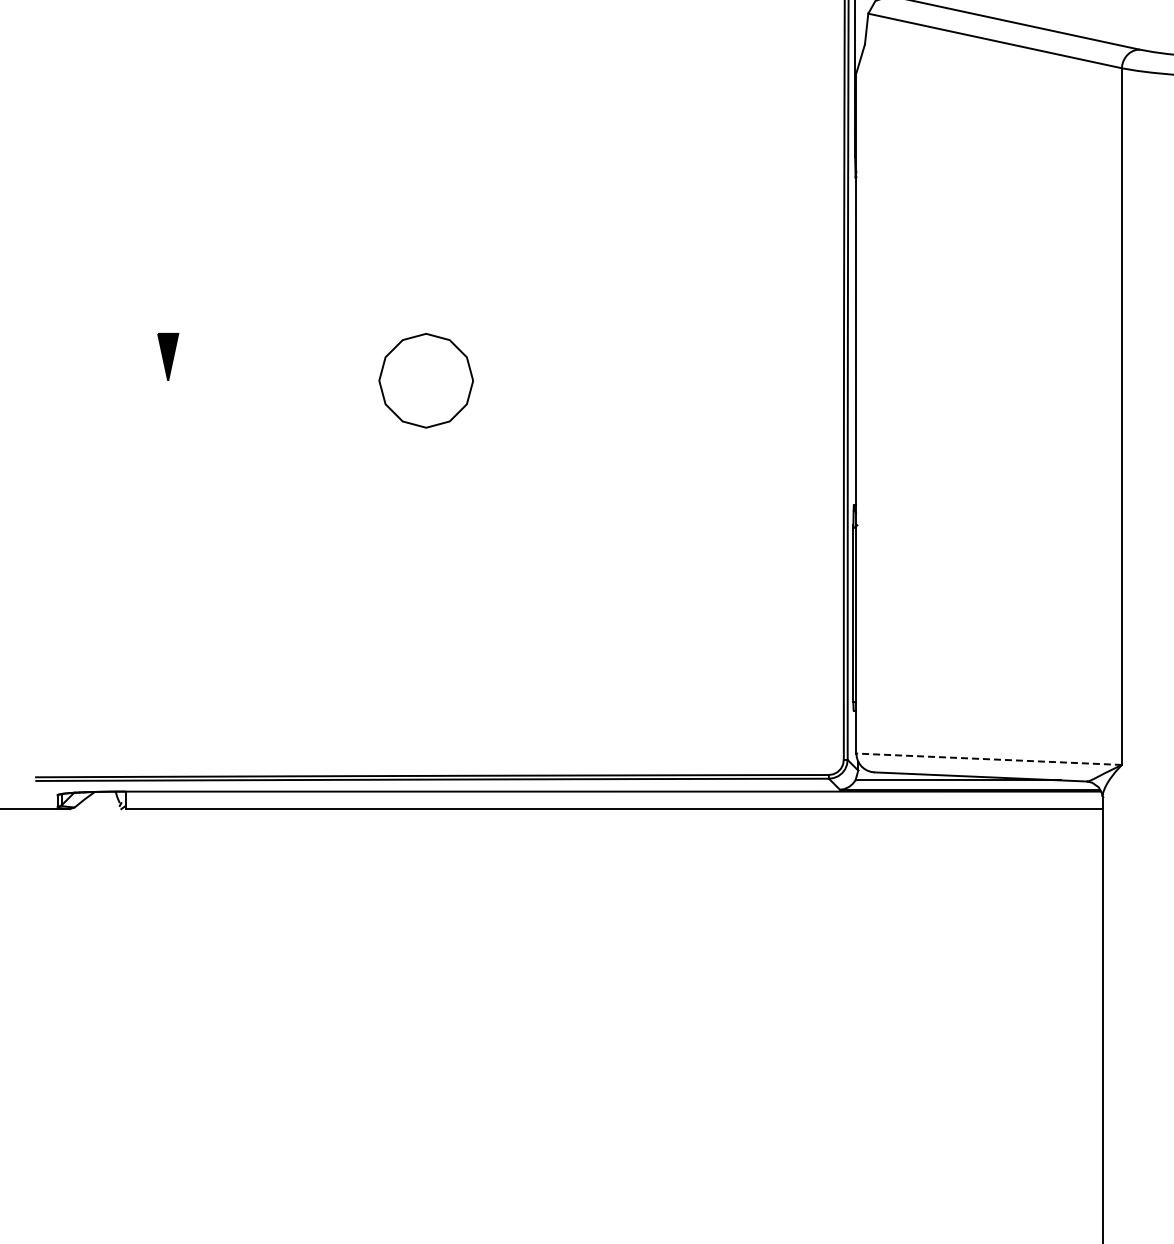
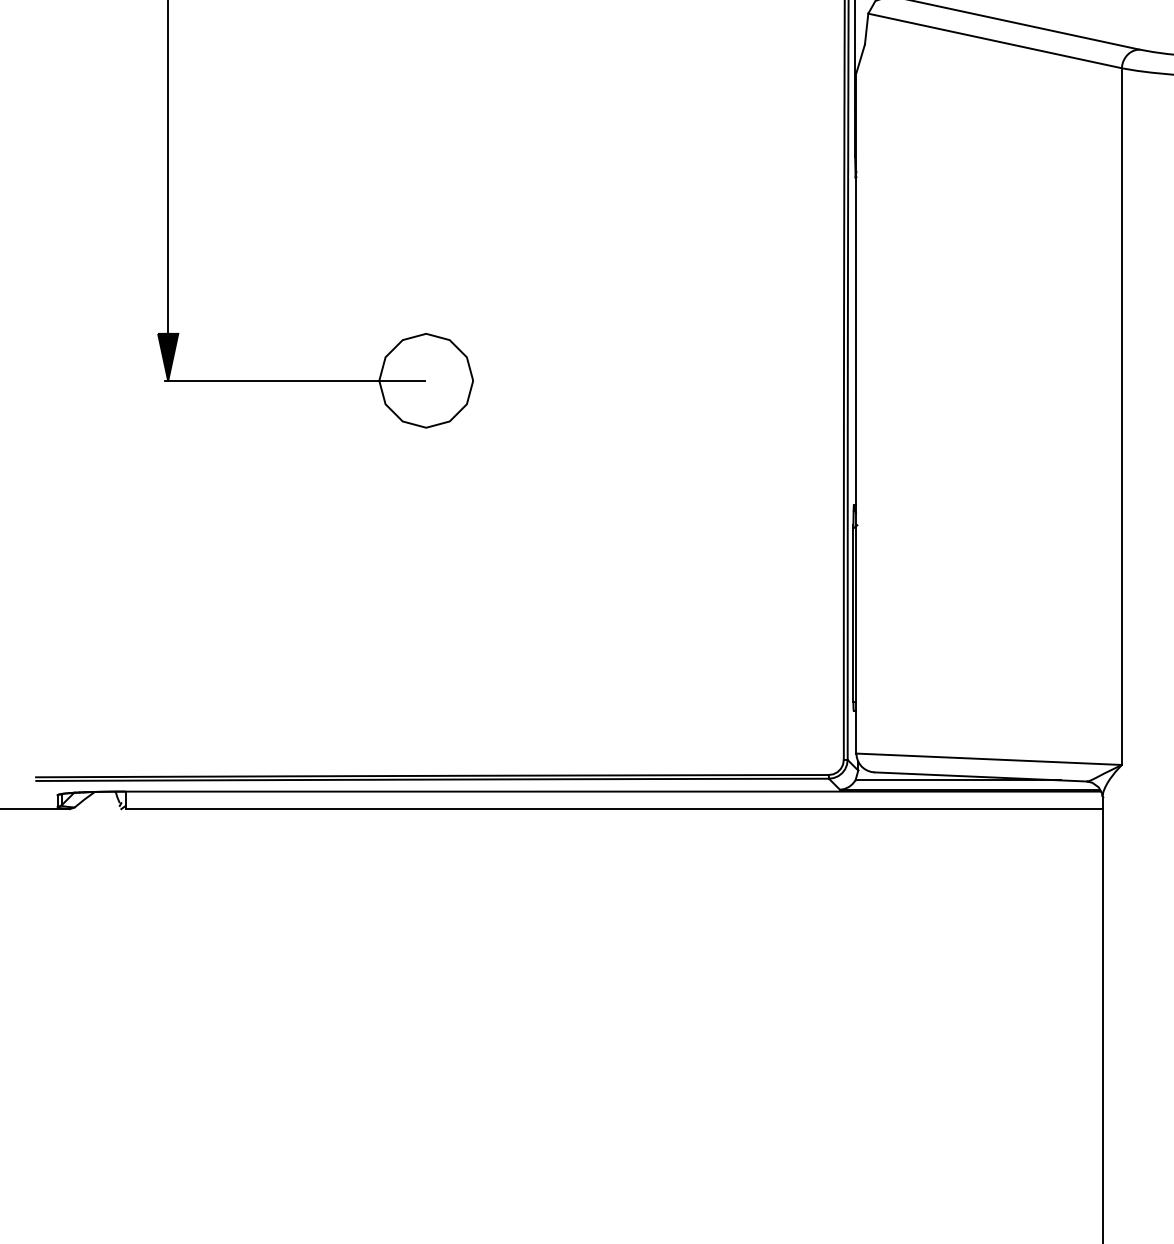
line at (168, 167): none -> present
line at (294, 380): none -> present
line at (989, 759): dashed -> solid
